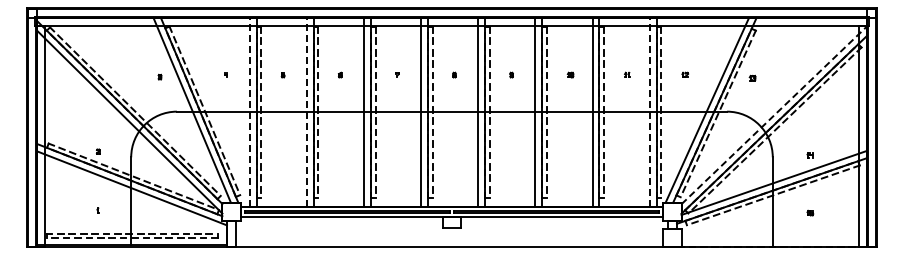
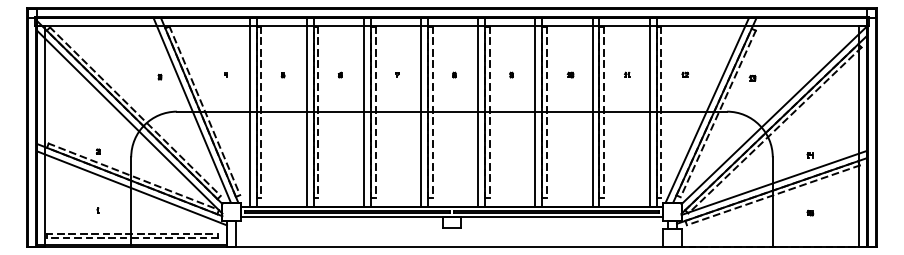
line at (249, 112): dashed -> solid
line at (307, 112): dashed -> solid
line at (649, 112): dashed -> solid
line at (774, 115): dashed -> solid
